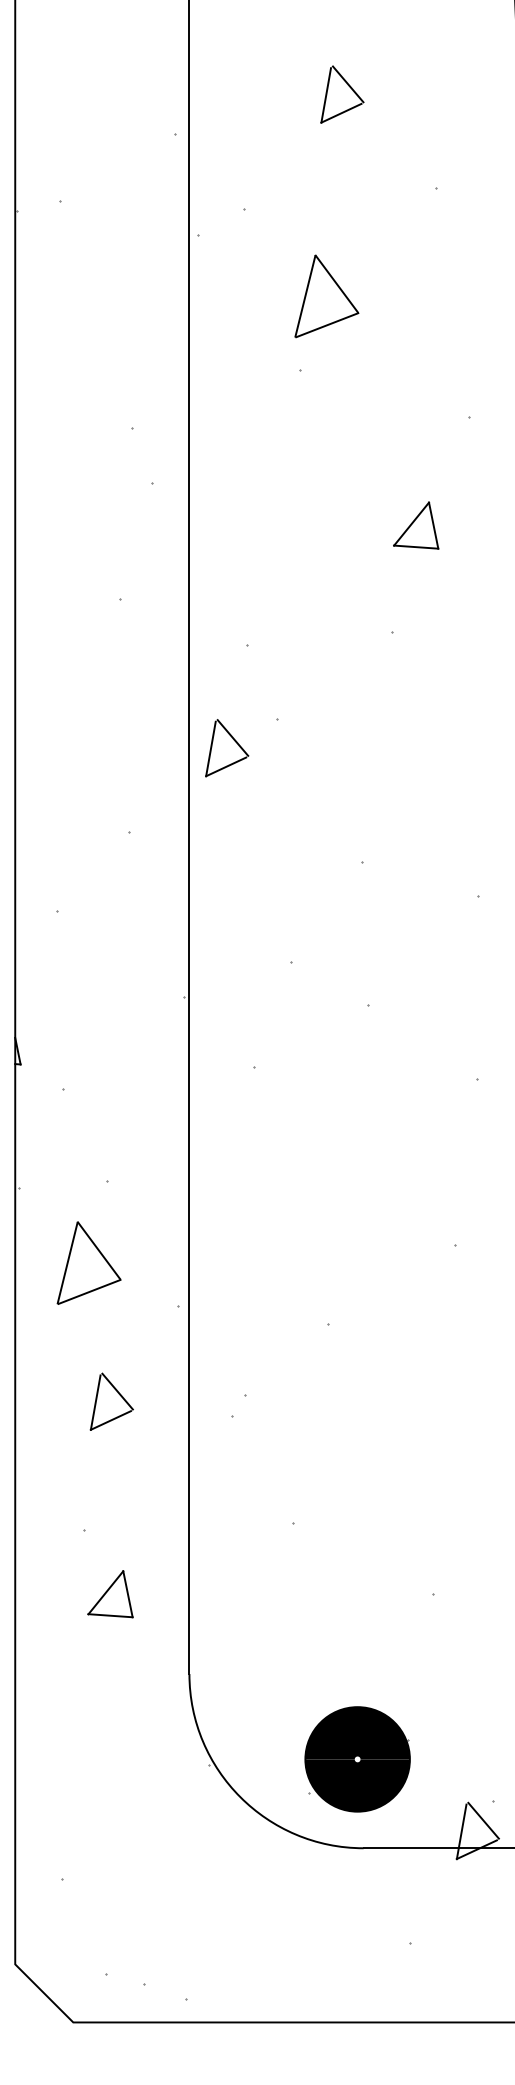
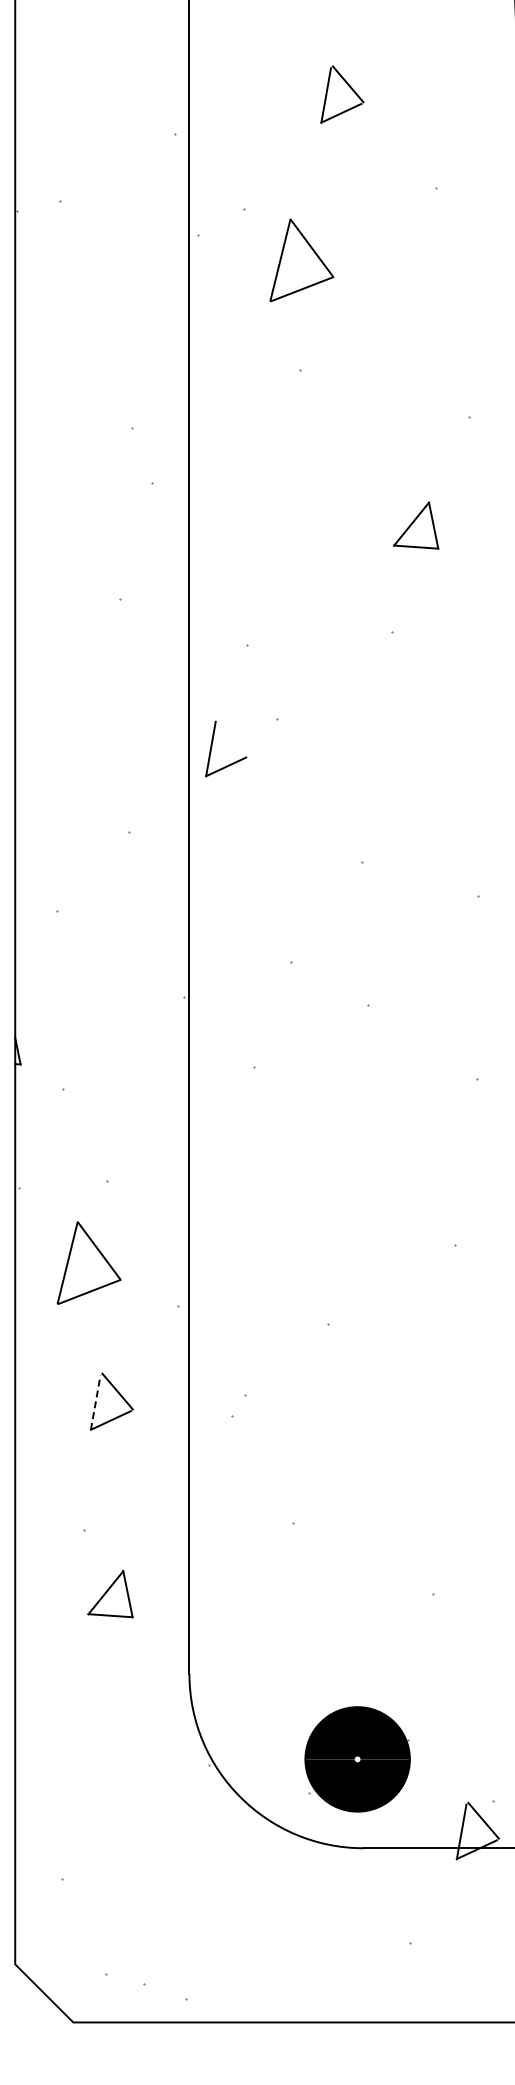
part at (326, 296) position: (326, 296) -> (301, 260)
line at (232, 737): present -> none
line at (95, 1402): solid -> dashed
